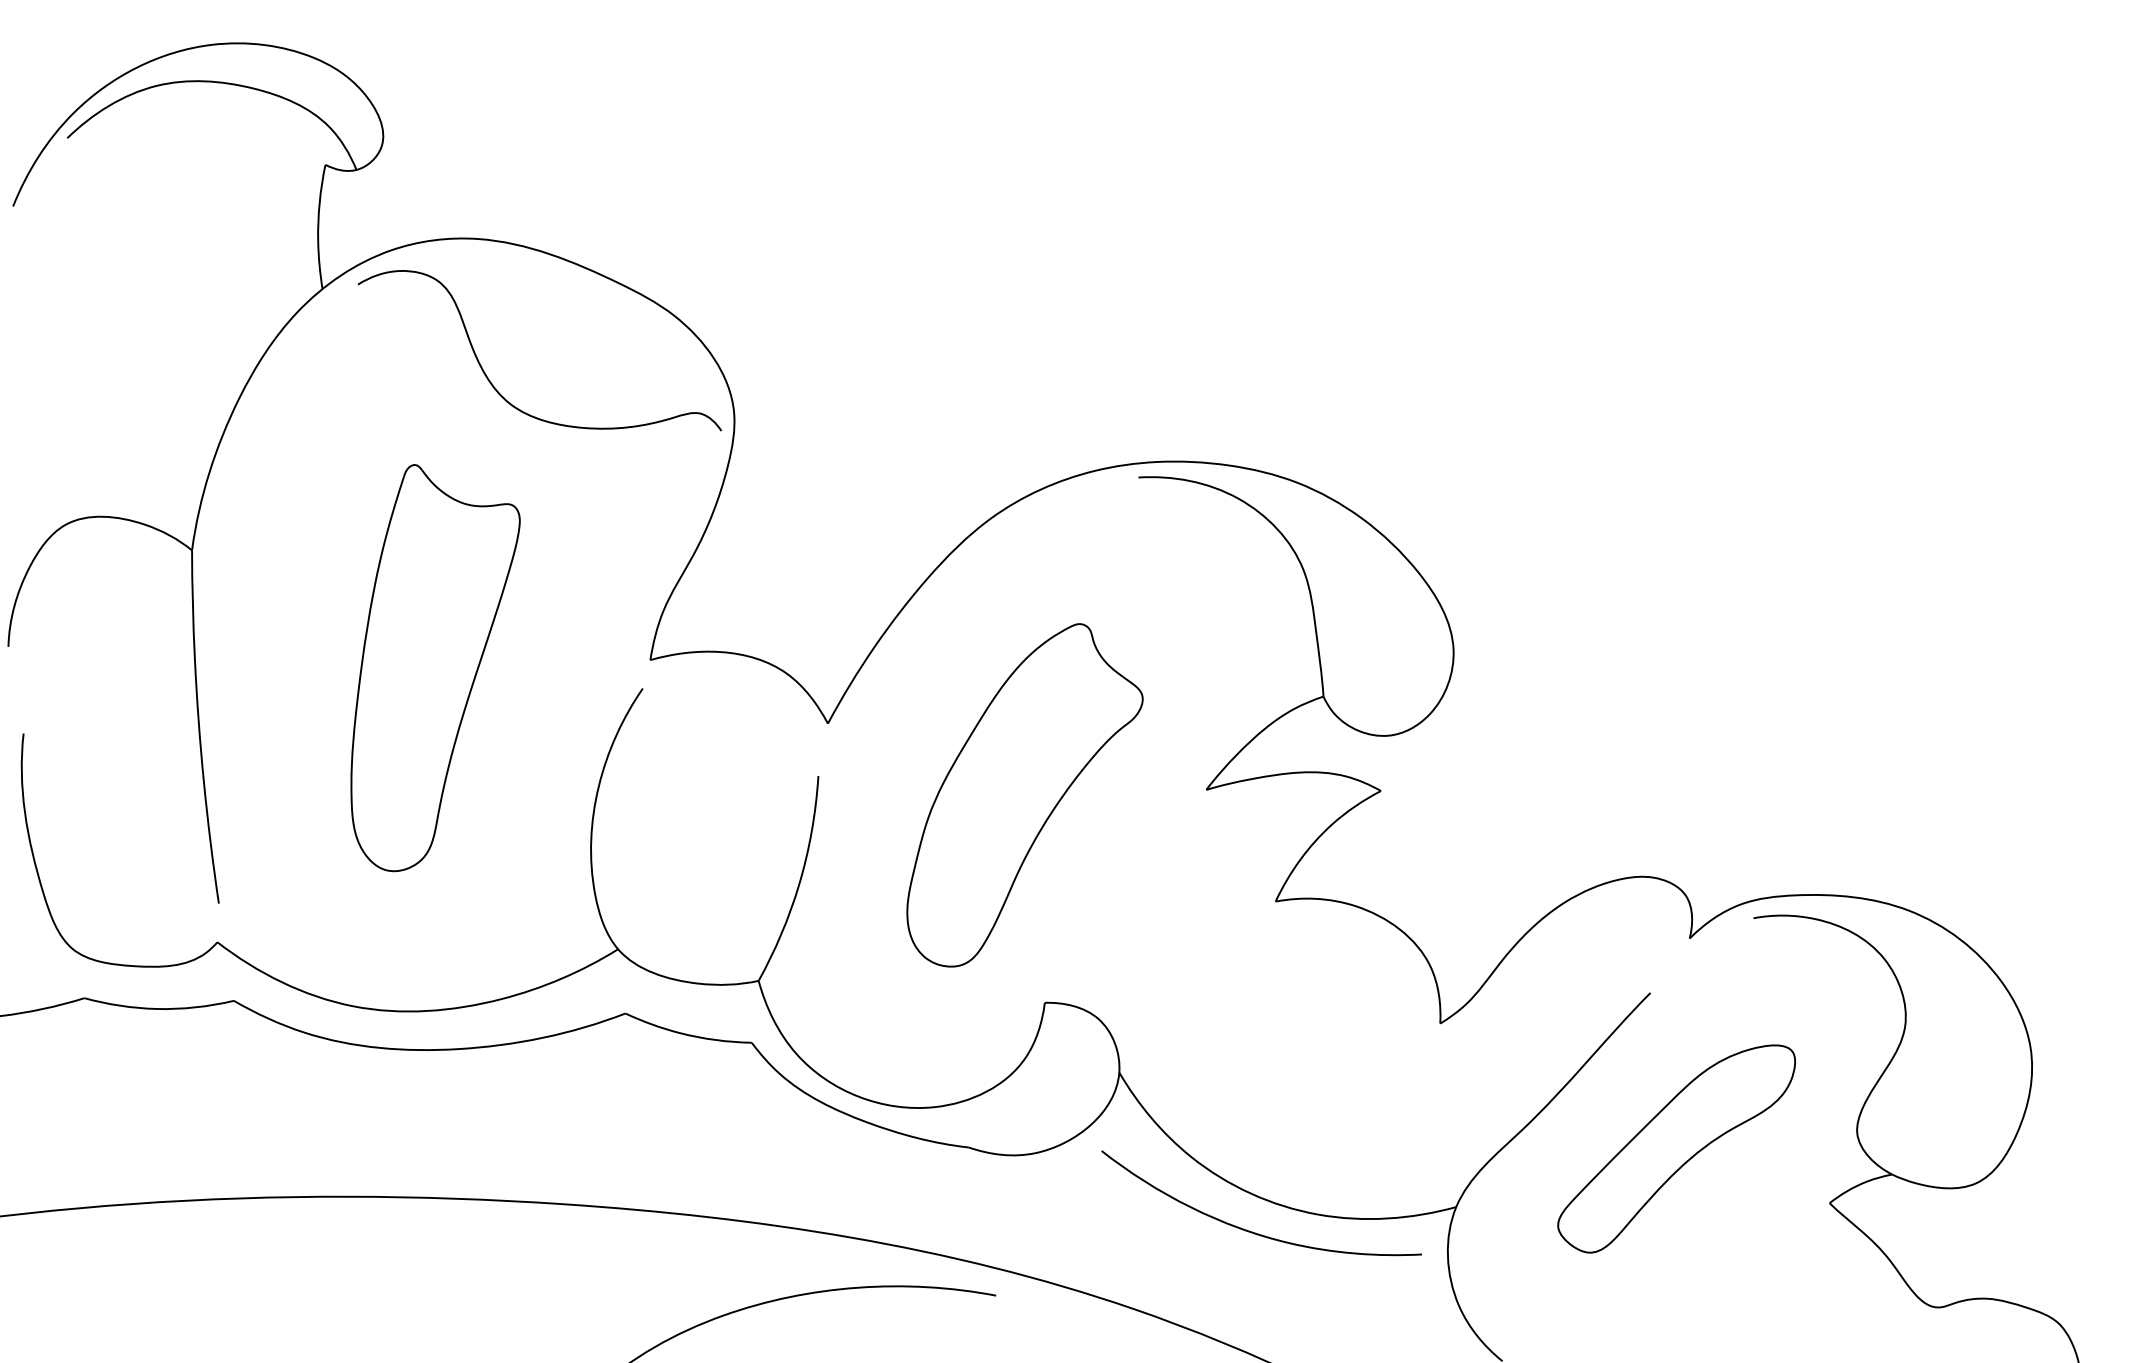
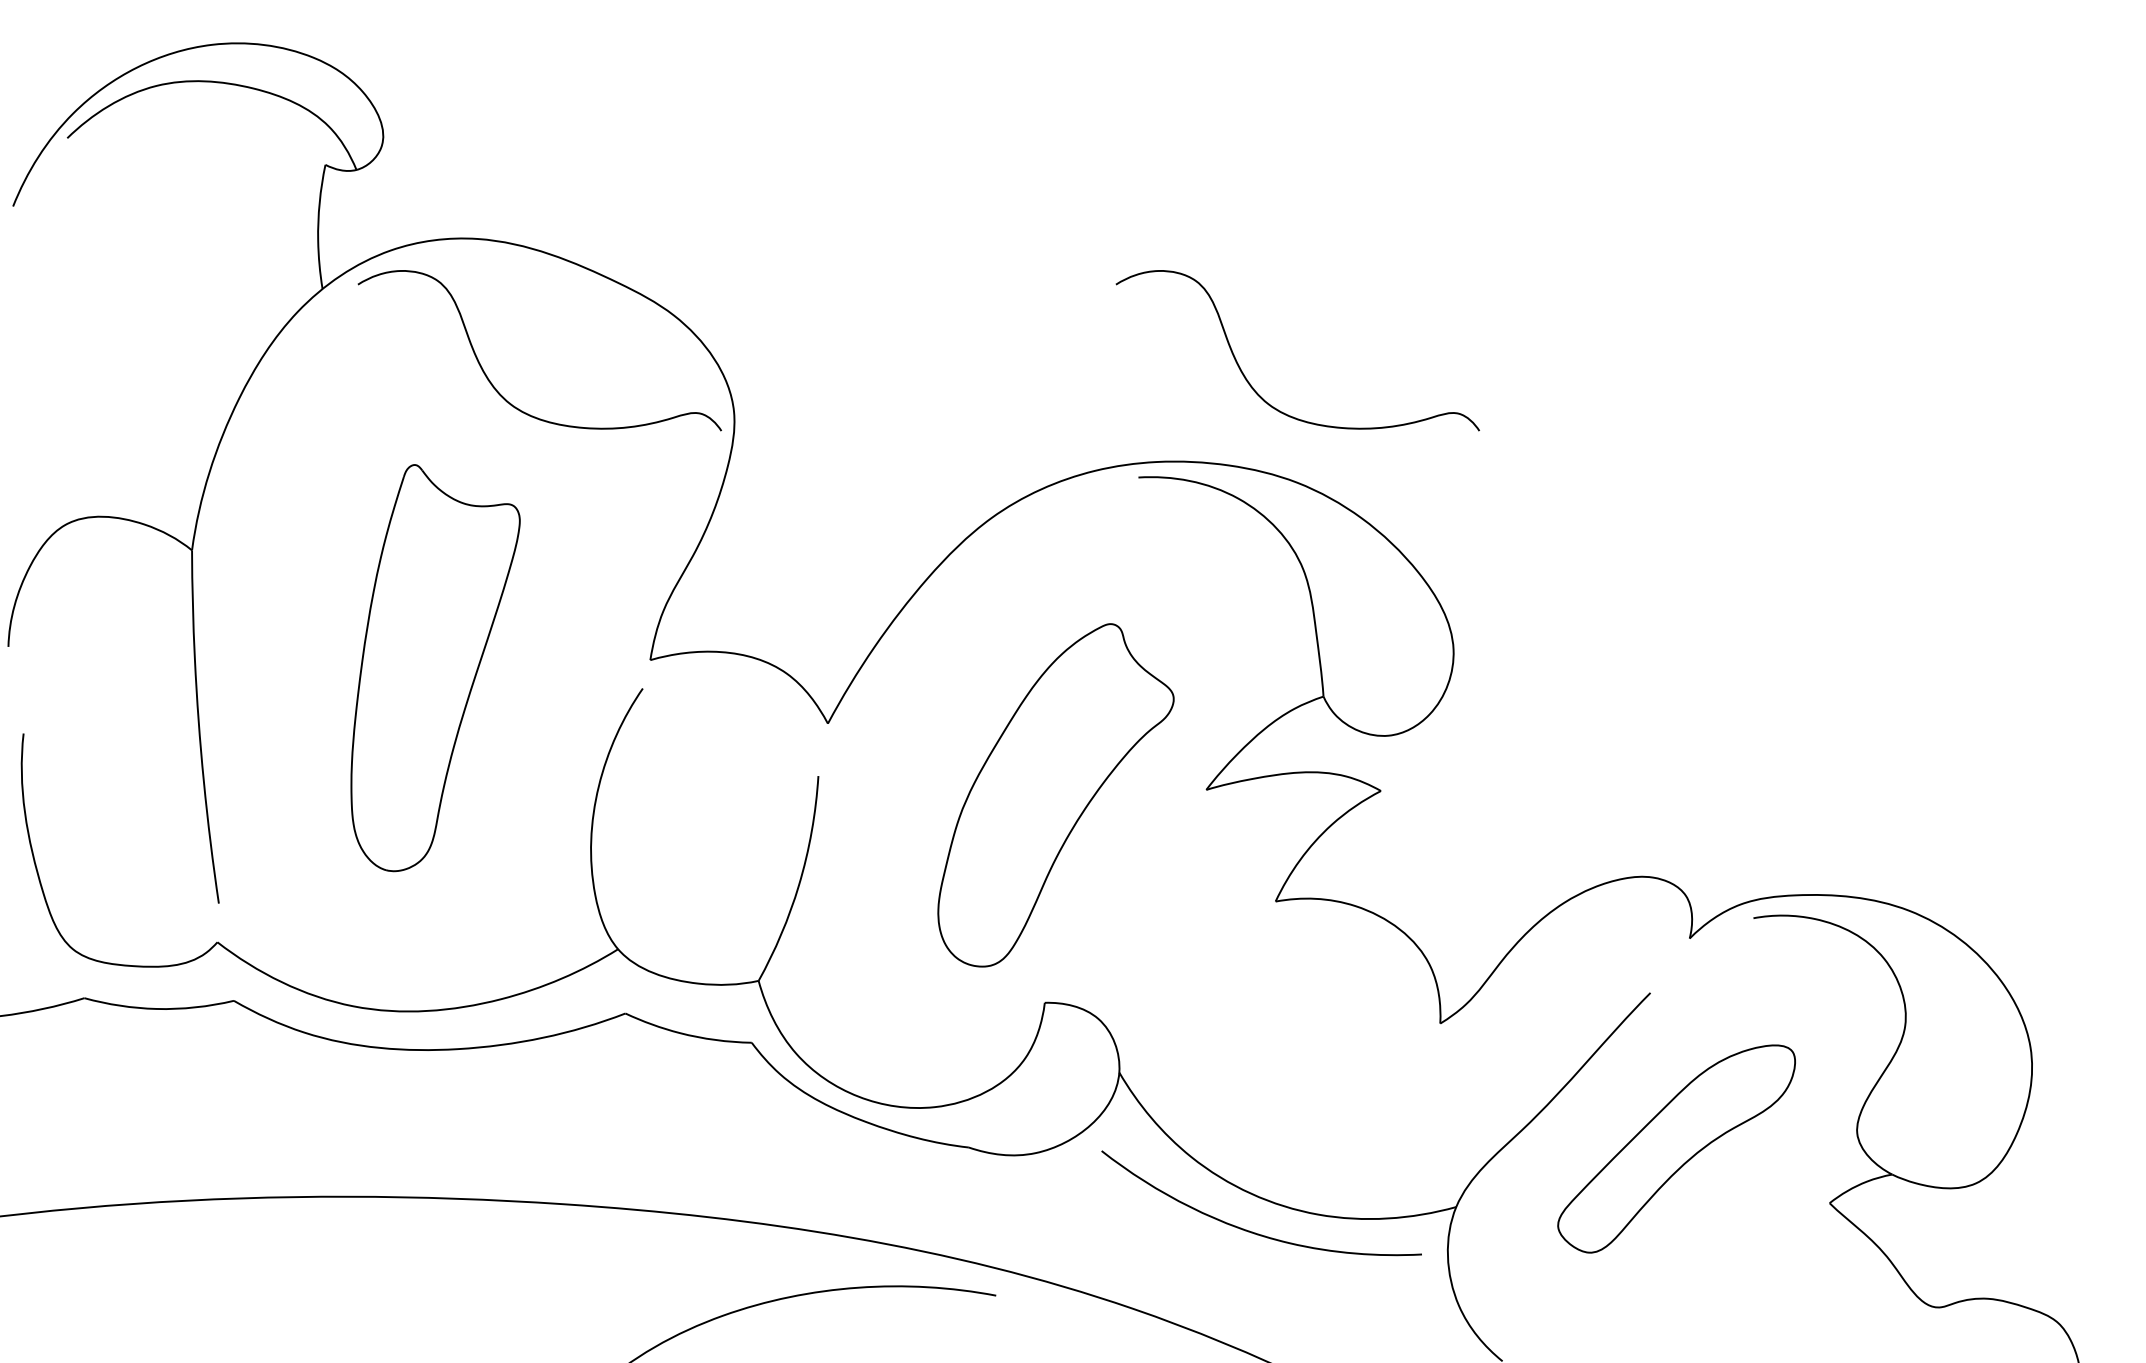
curve at (1254, 388): none -> present
part at (1024, 795) position: (1024, 795) -> (1055, 795)
